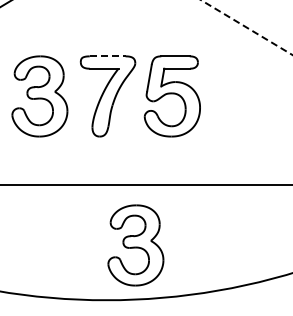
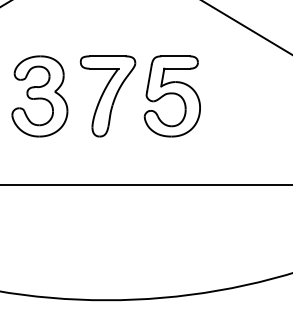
line at (246, 27): dashed -> solid
line at (107, 56): dashed -> solid
part at (135, 245): present -> none
